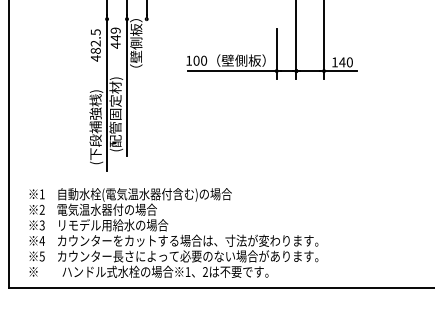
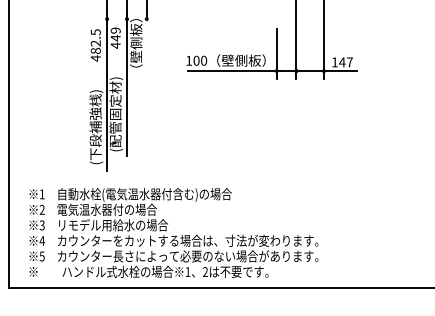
text at (349, 62): 140 -> 147
